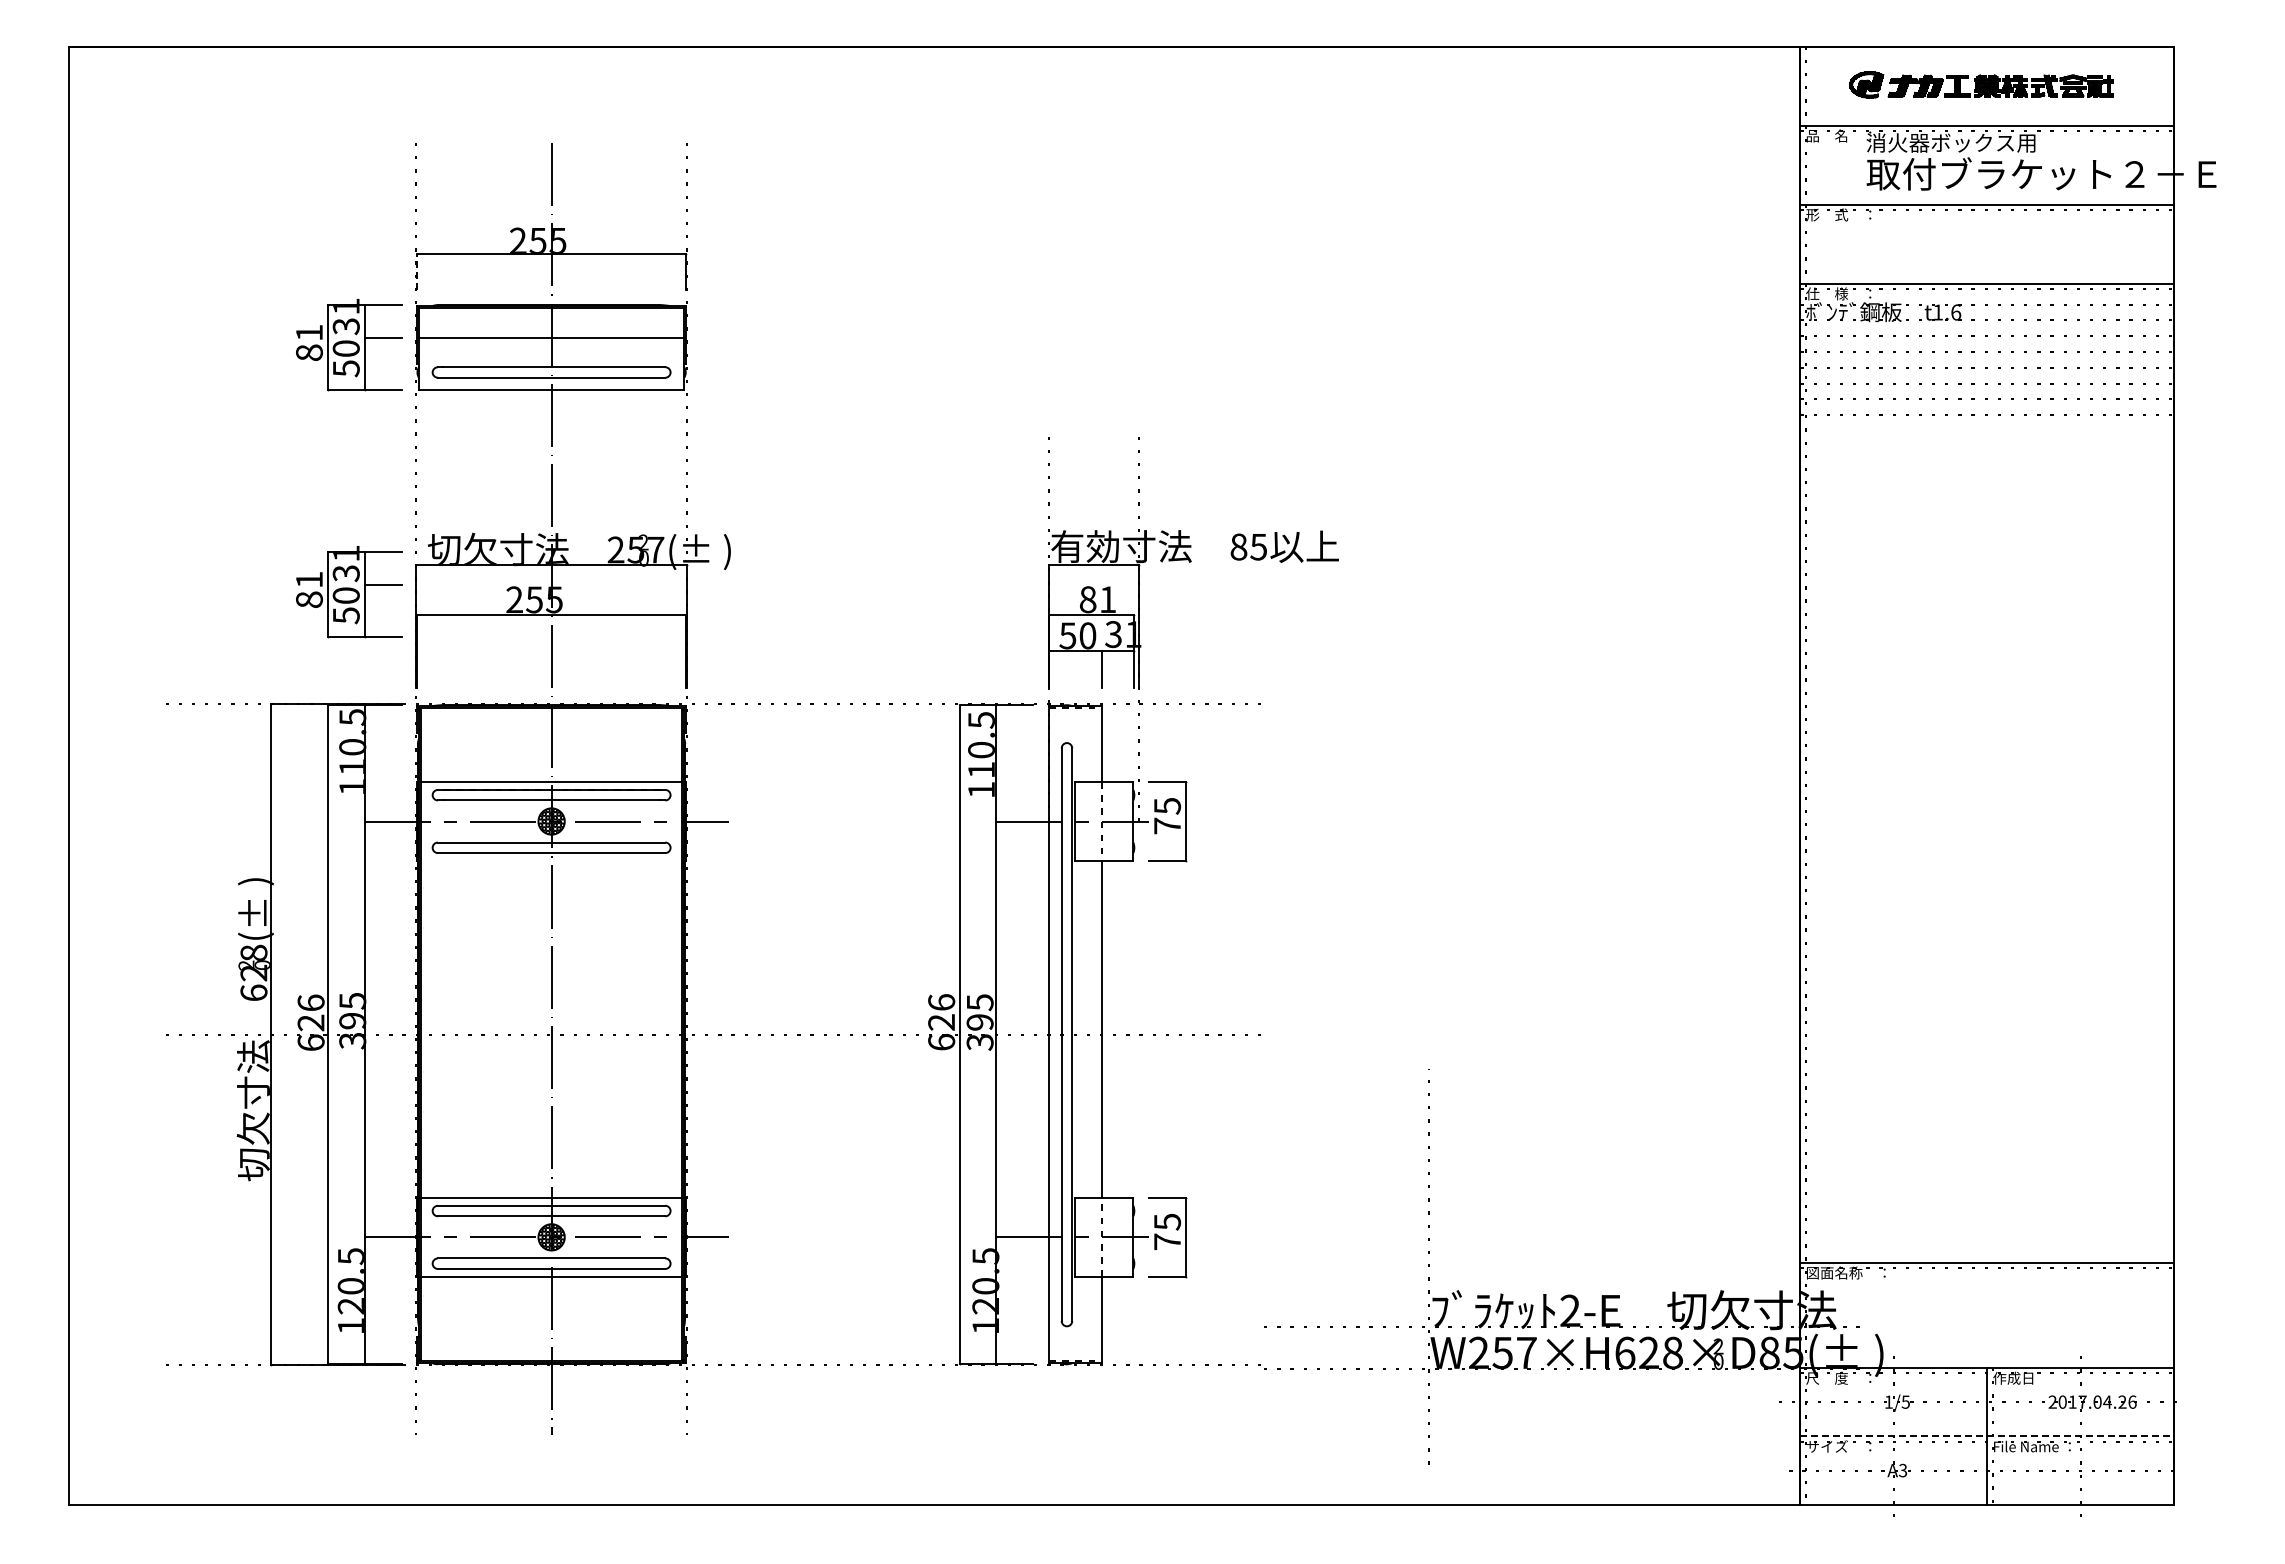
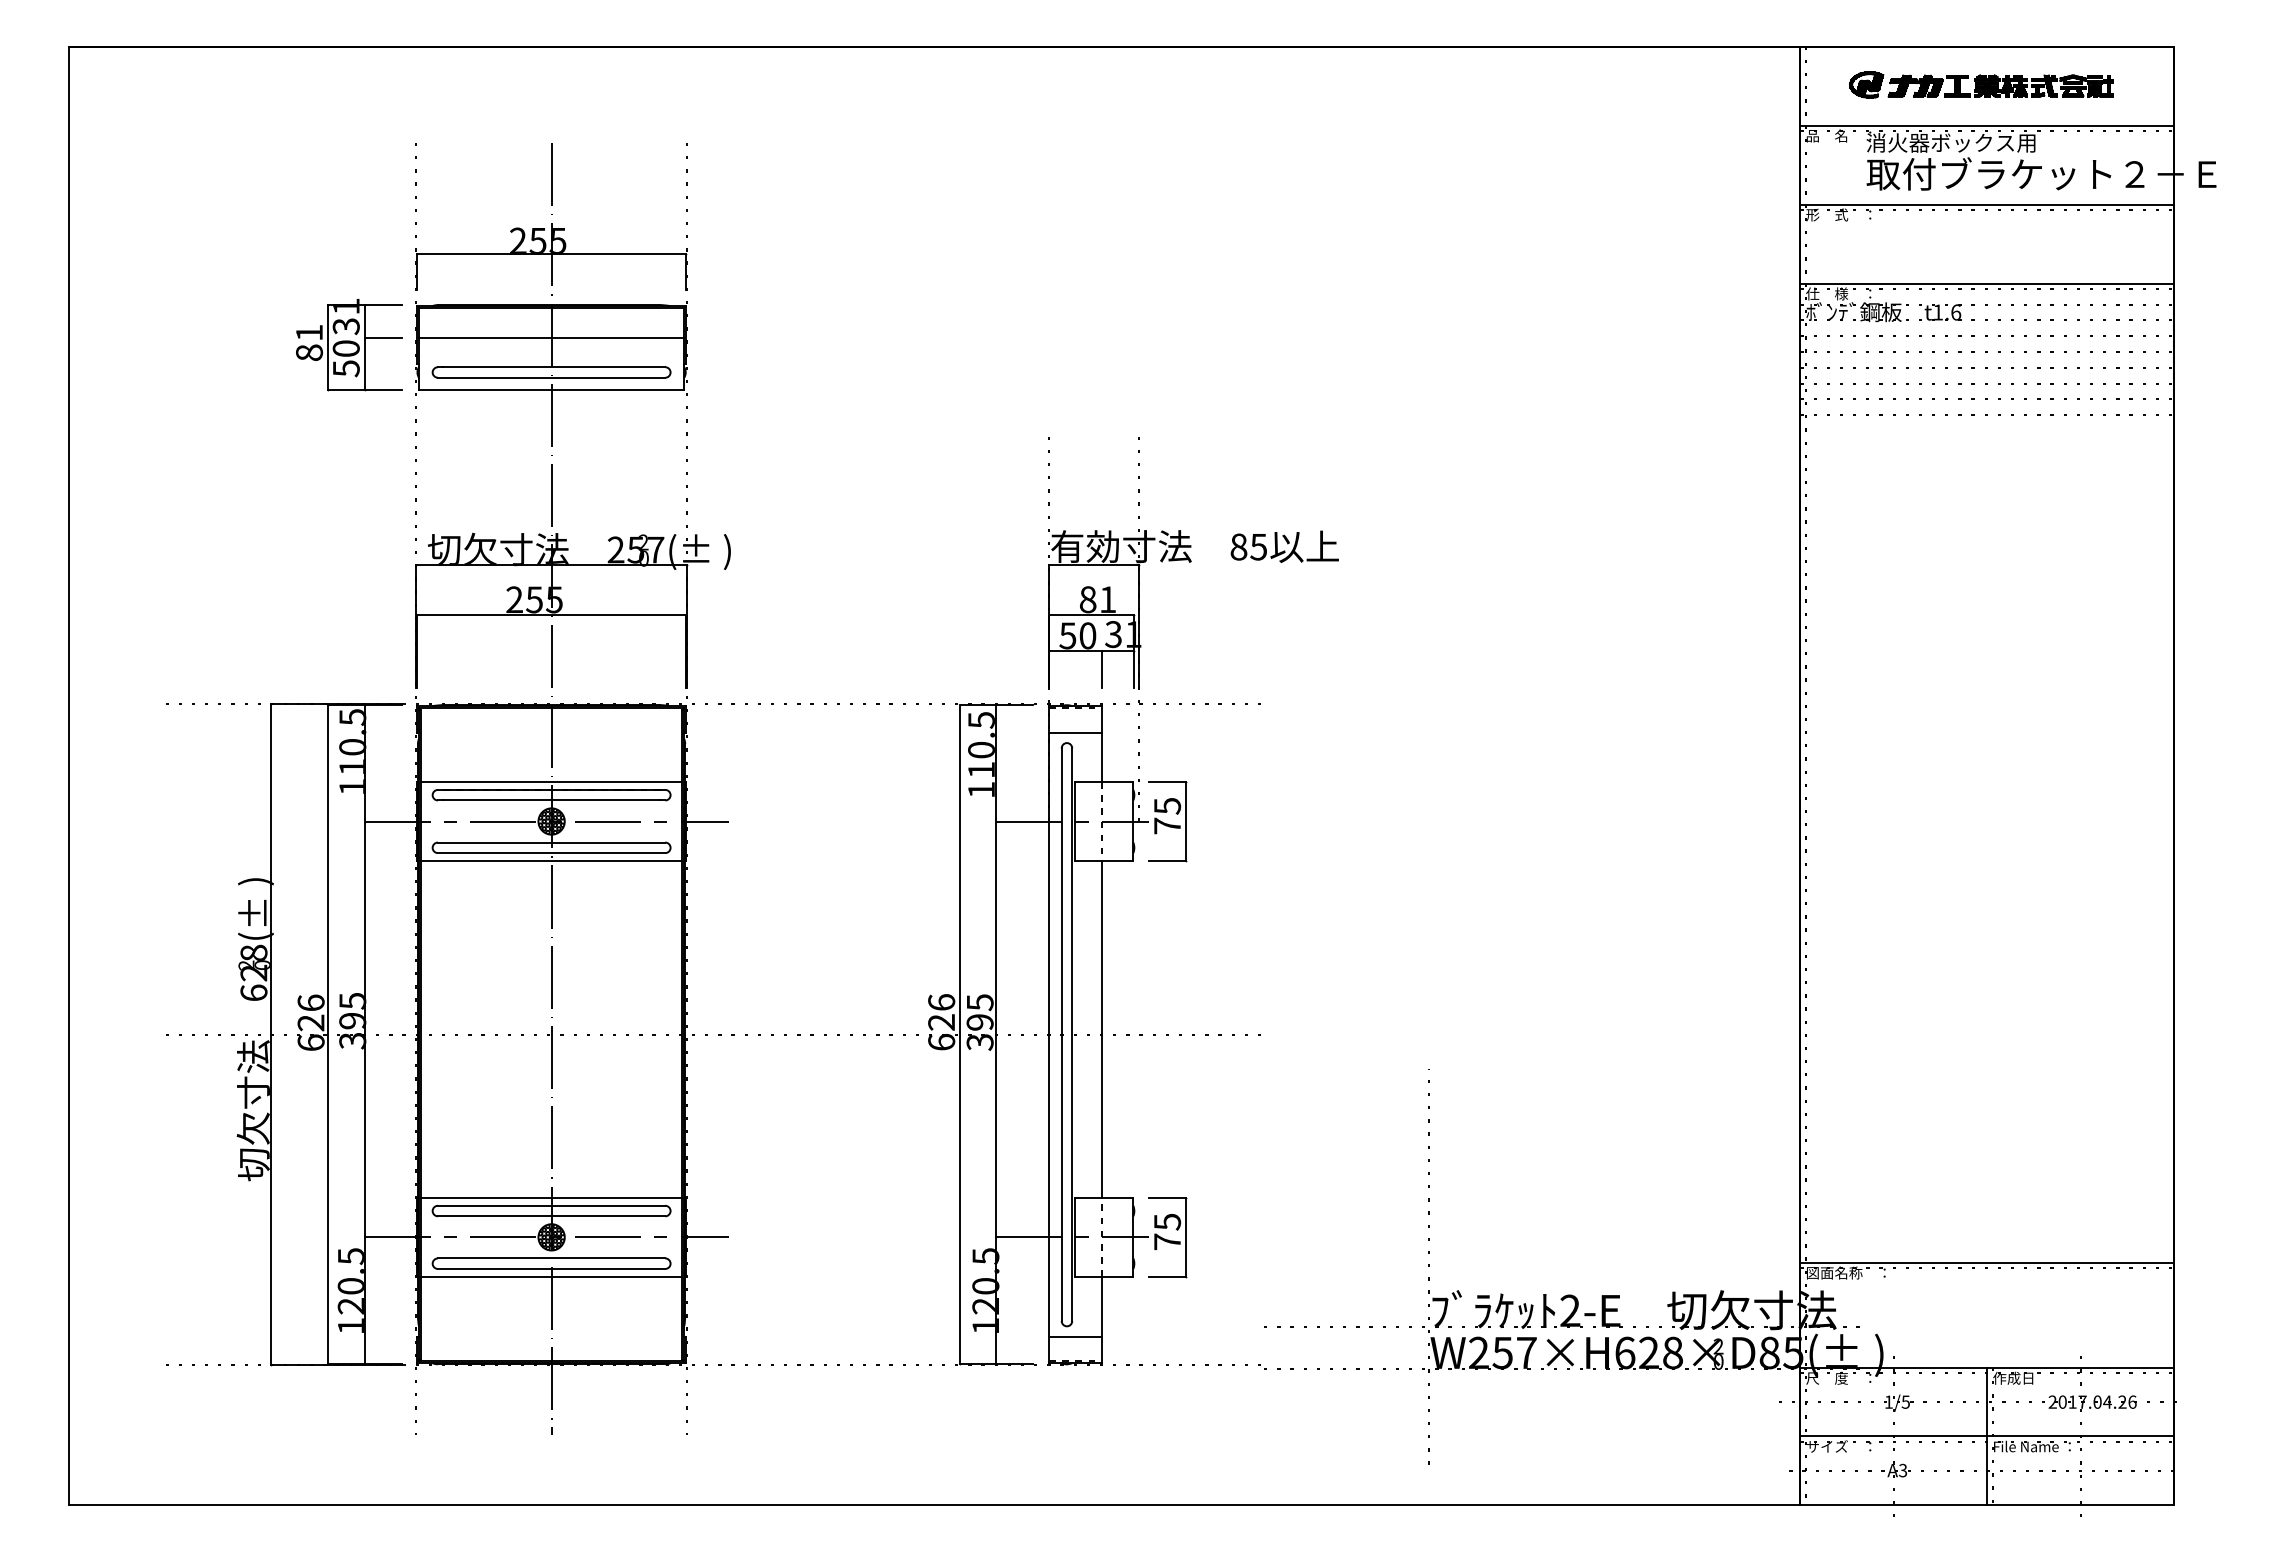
line at (417, 271): dashed -> solid
part at (349, 592): present -> none
line at (1075, 732): none -> present
line at (551, 860): none -> present
line at (1075, 1336): none -> present
line at (1987, 1436): dashed -> solid
